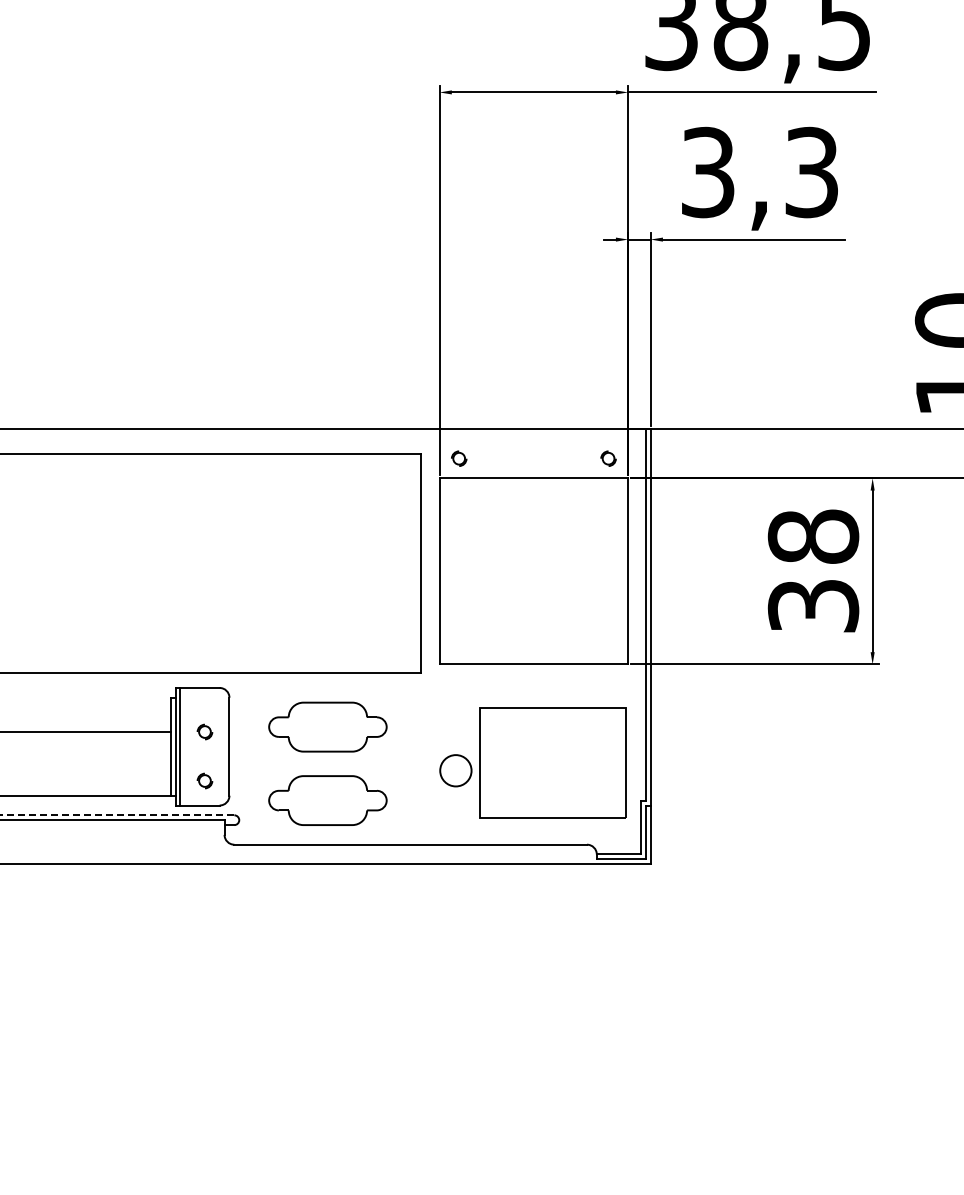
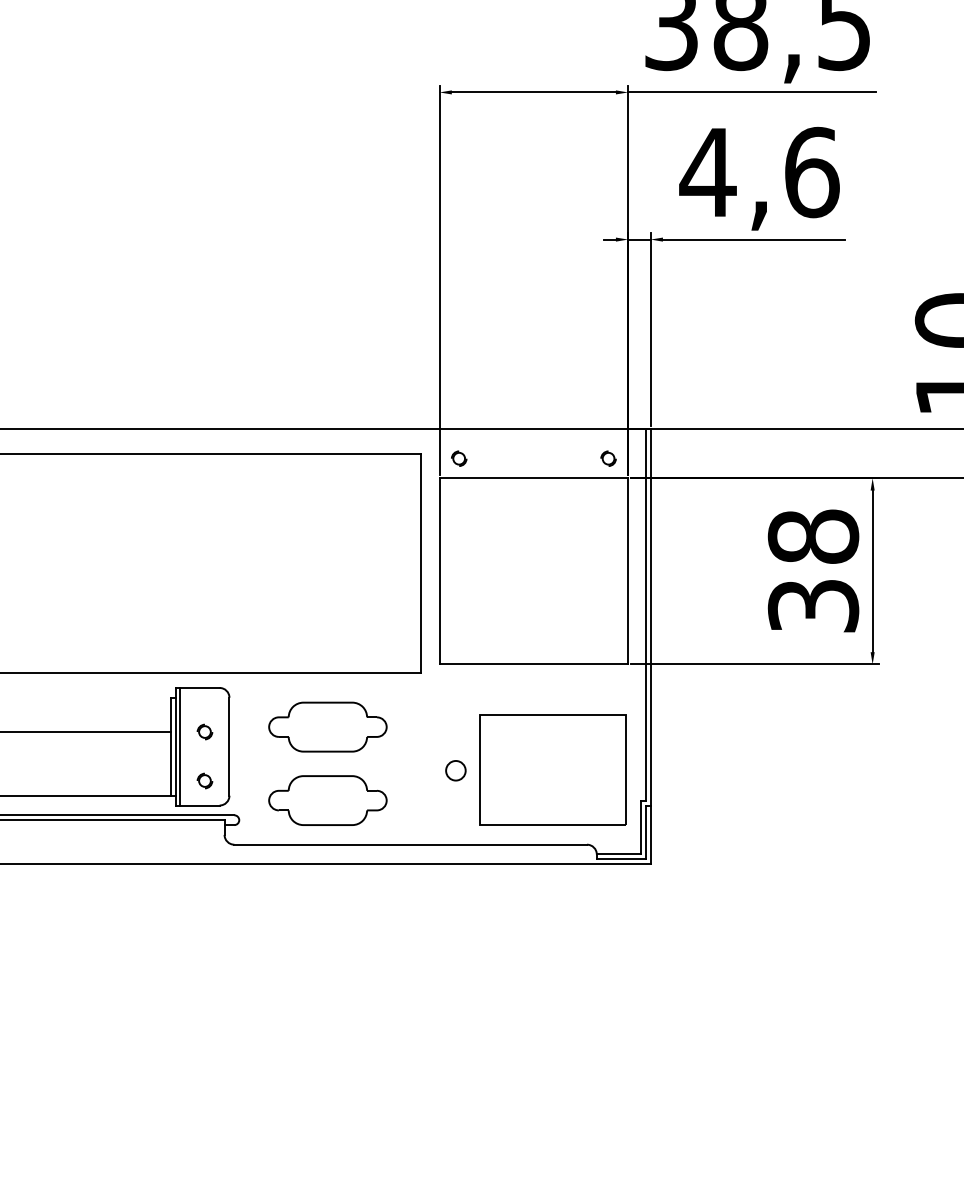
text at (759, 172): 3,3 -> 4,6
part at (552, 762) position: (552, 762) -> (552, 769)
circle at (455, 770) diameter: 31 px -> 20 px
line at (117, 815): dashed -> solid
